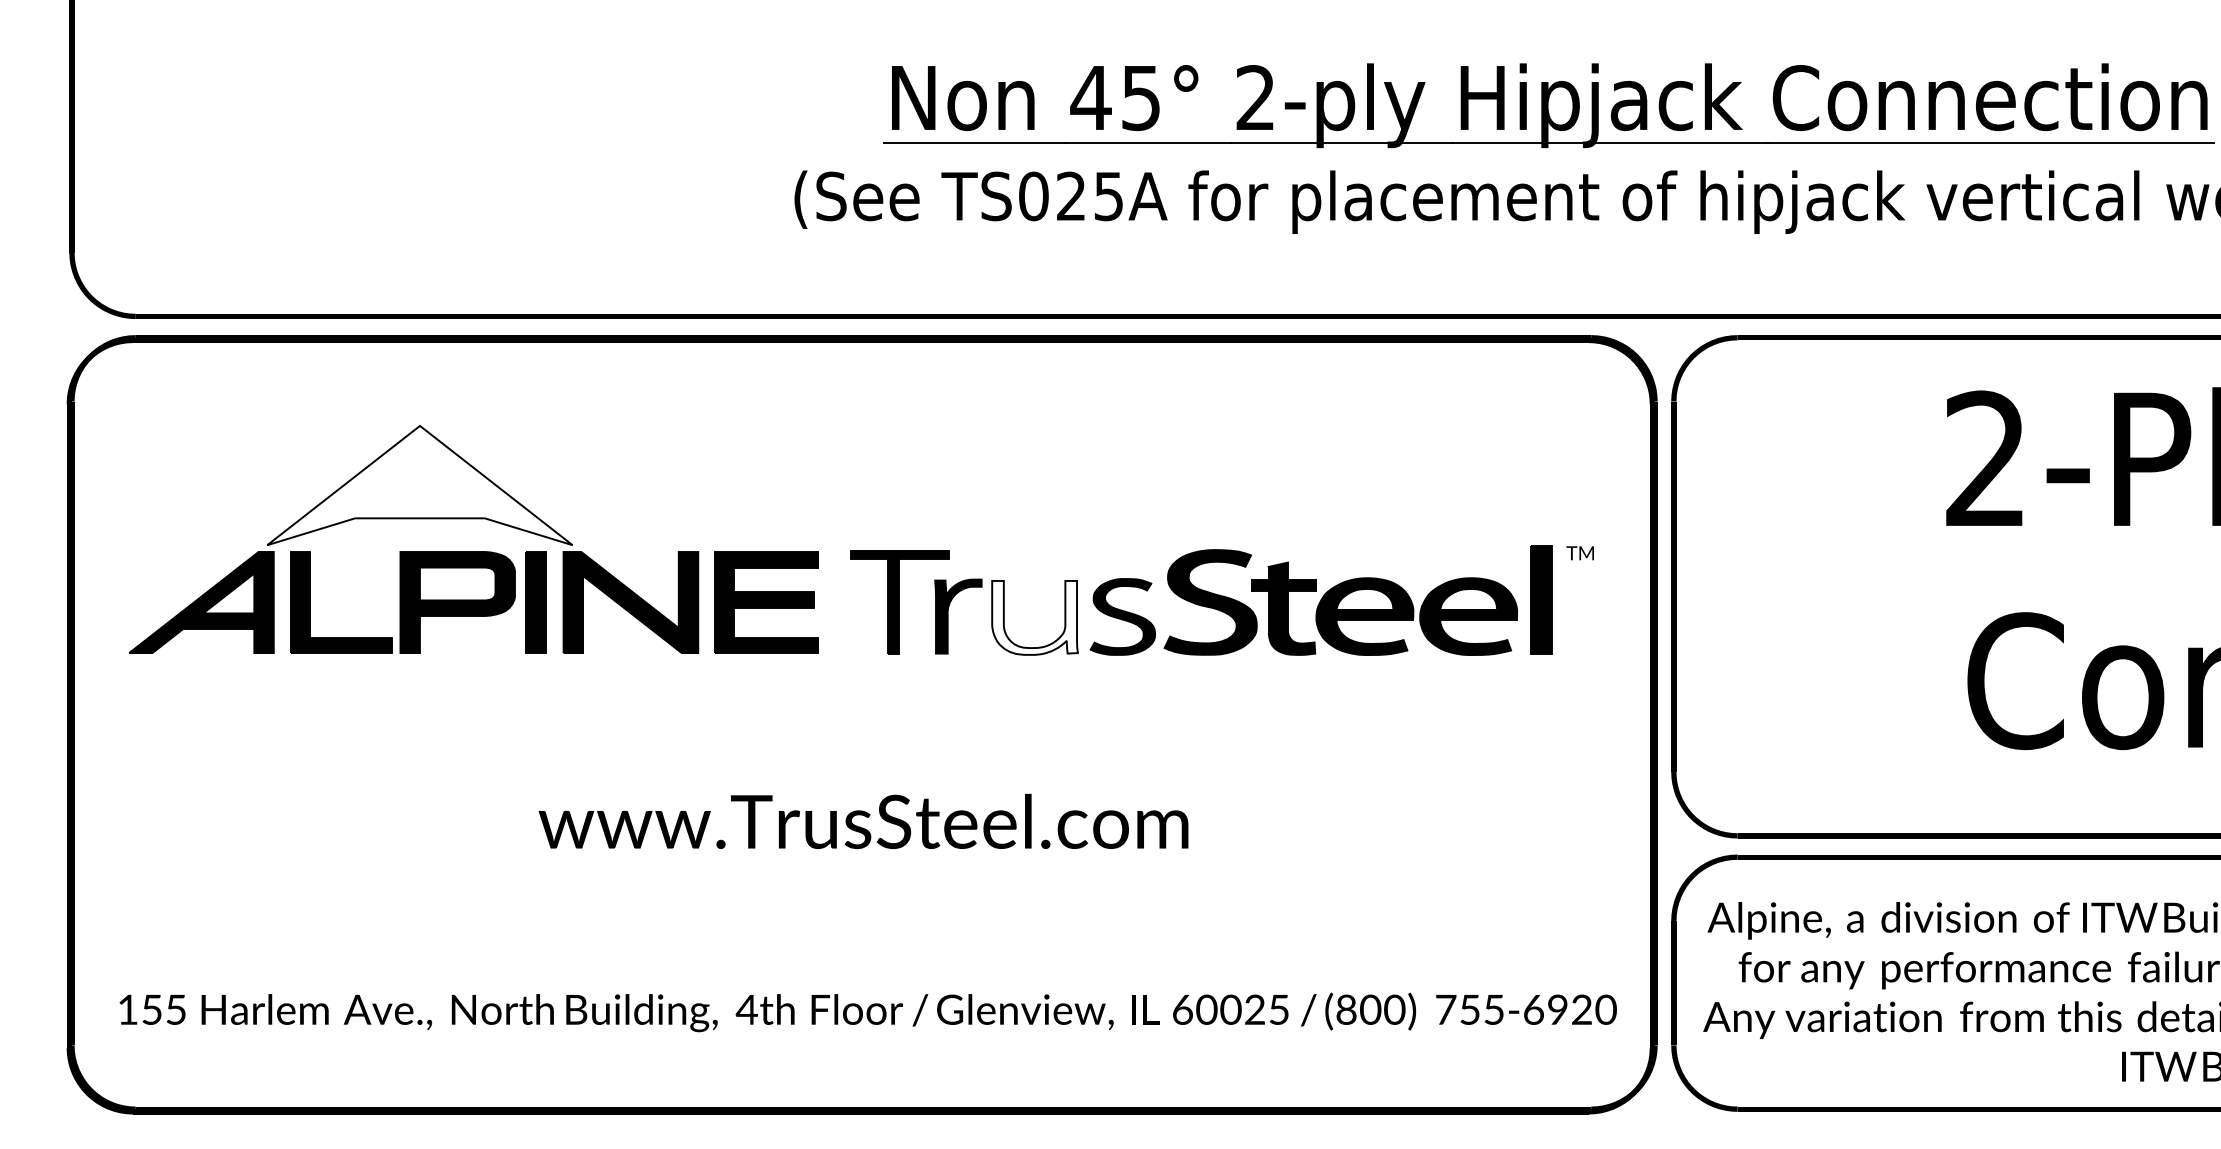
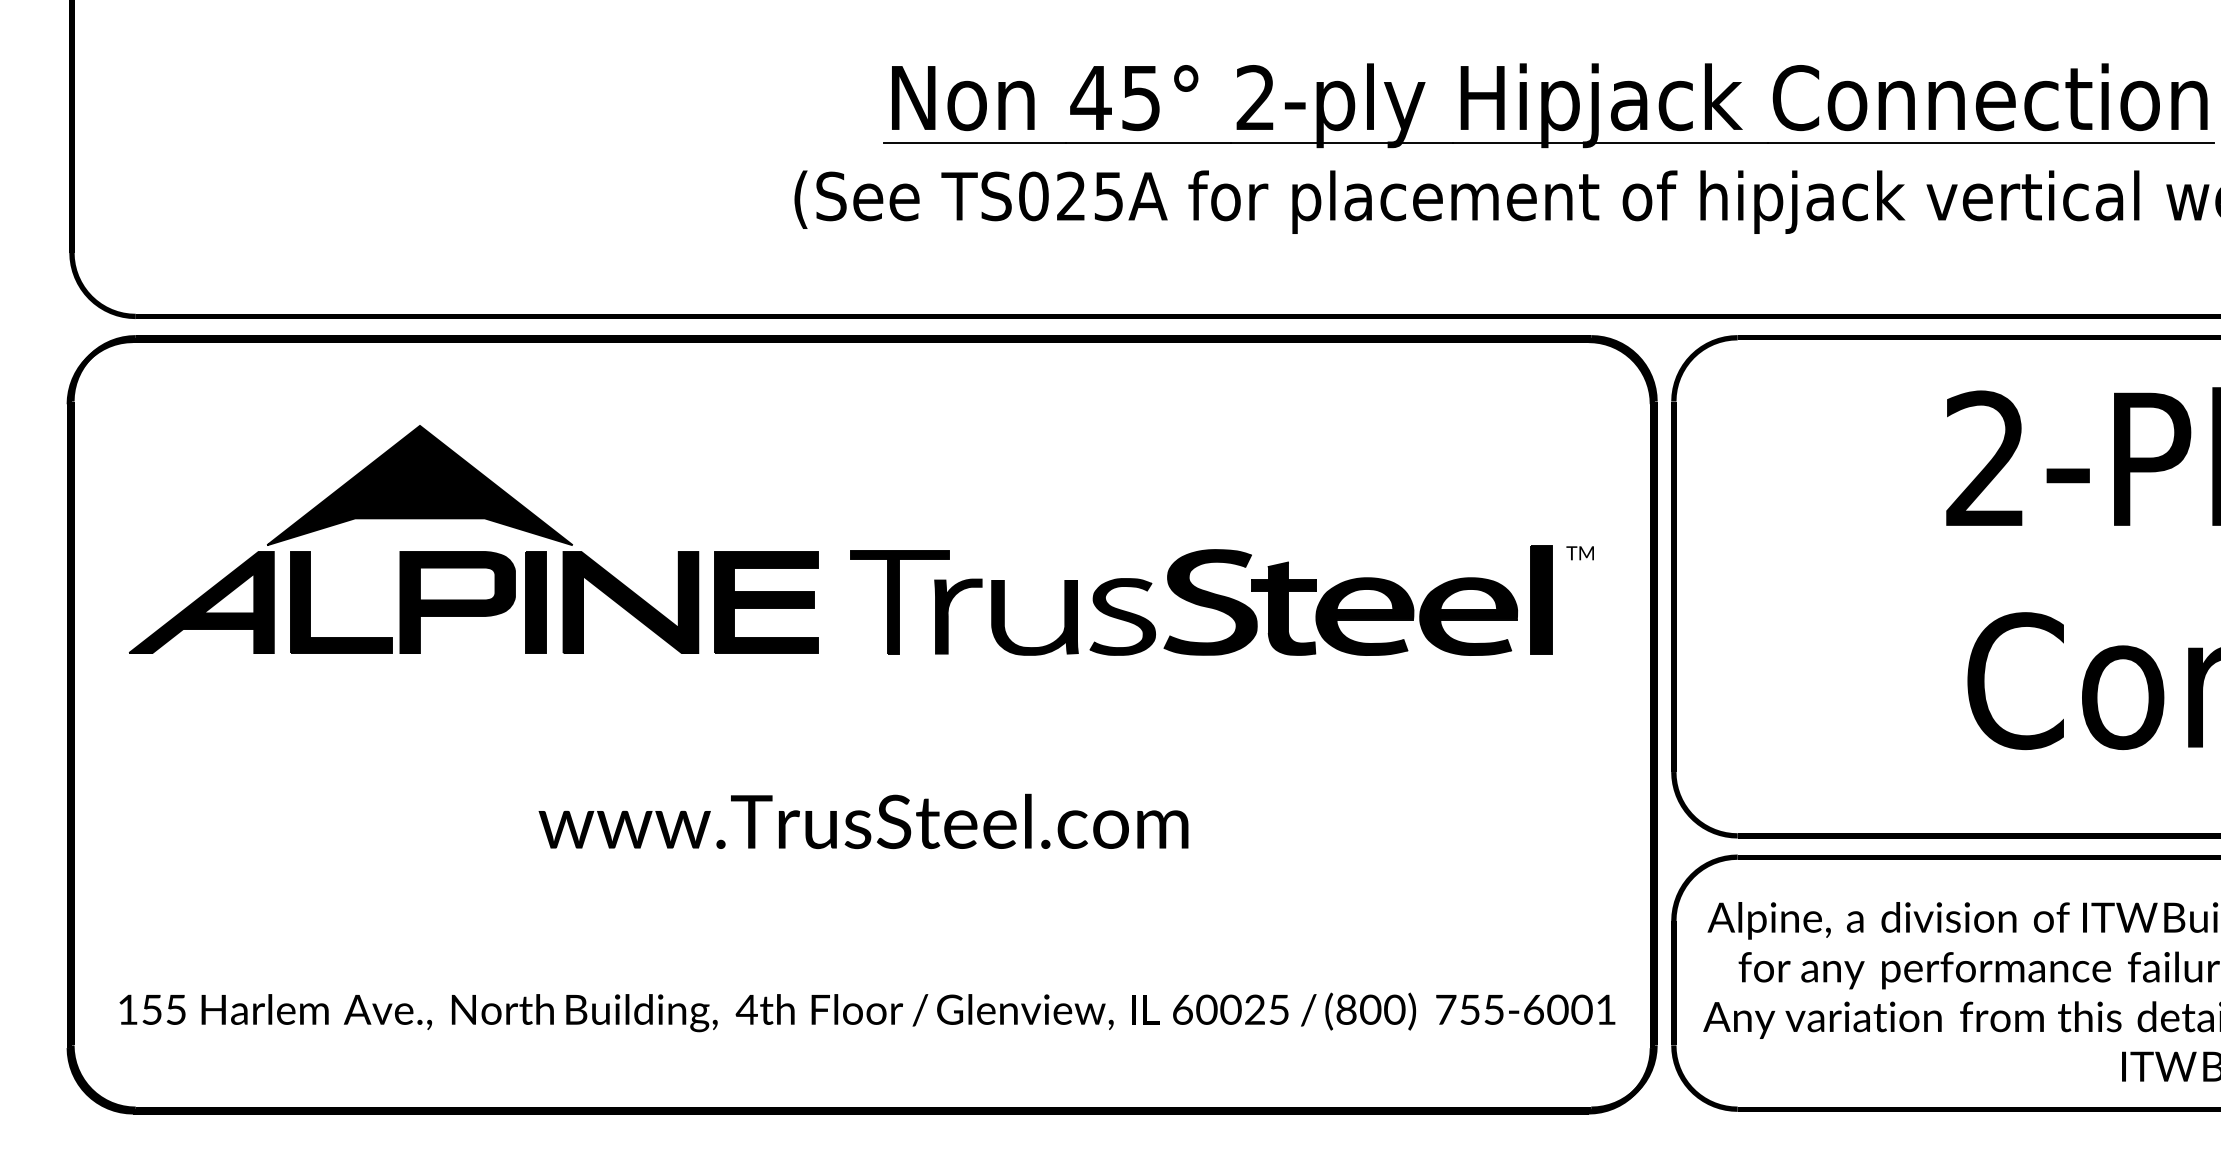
fill at (419, 485): none -> present
fill at (1034, 617): none -> present
text at (1581, 1009): 755-6920 -> 755-6001
